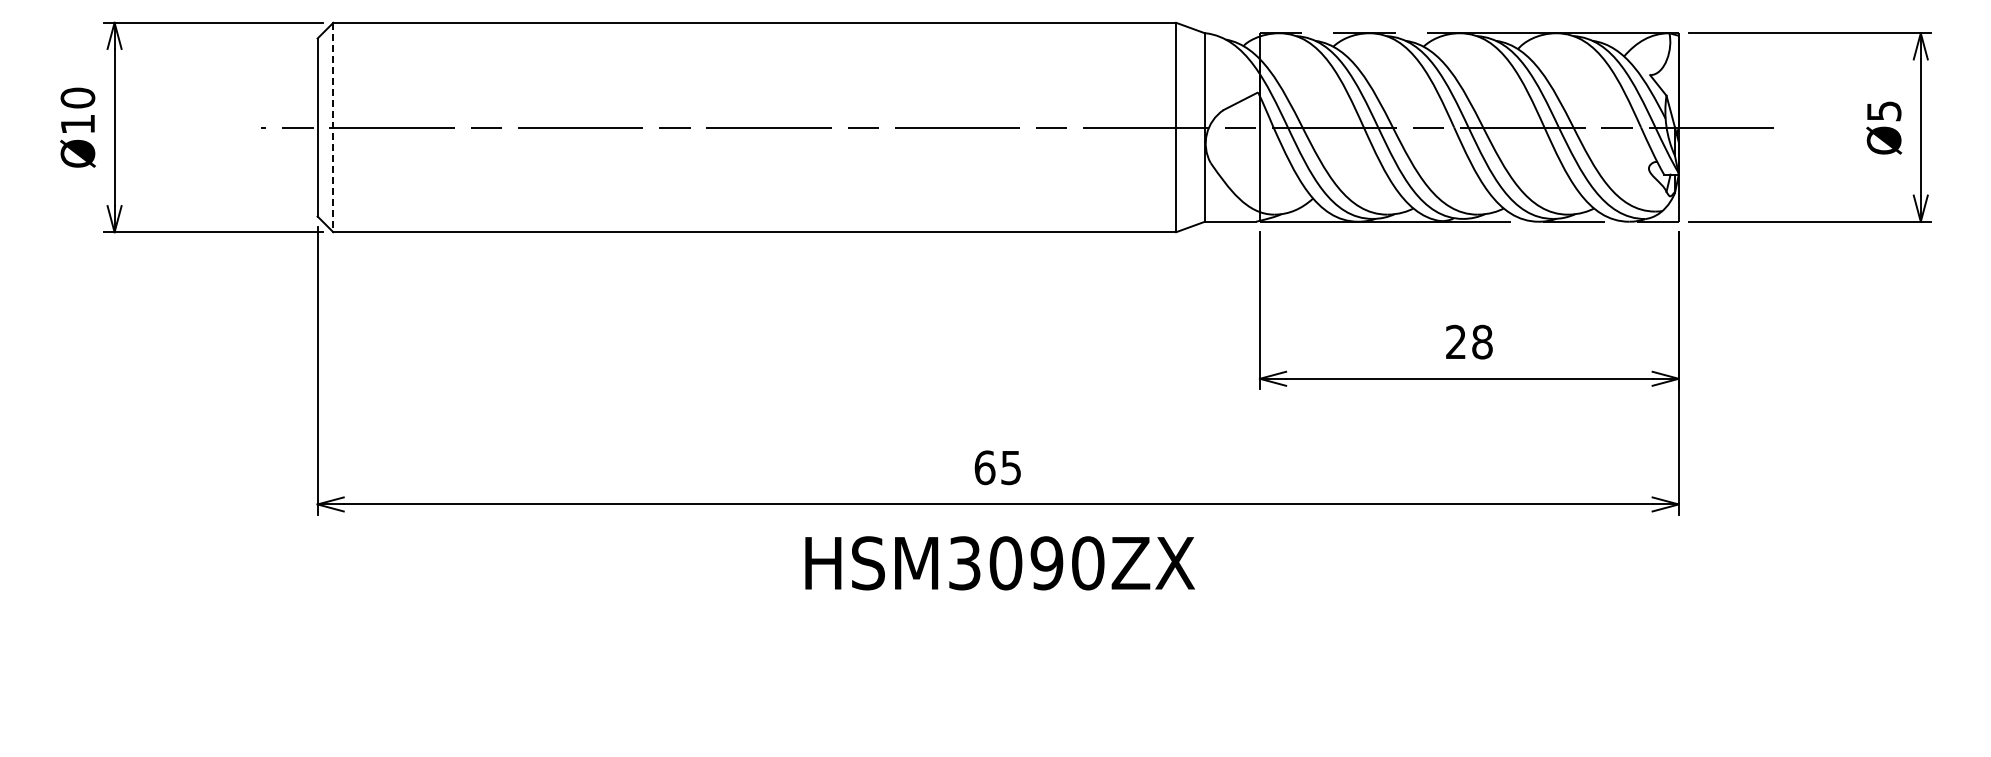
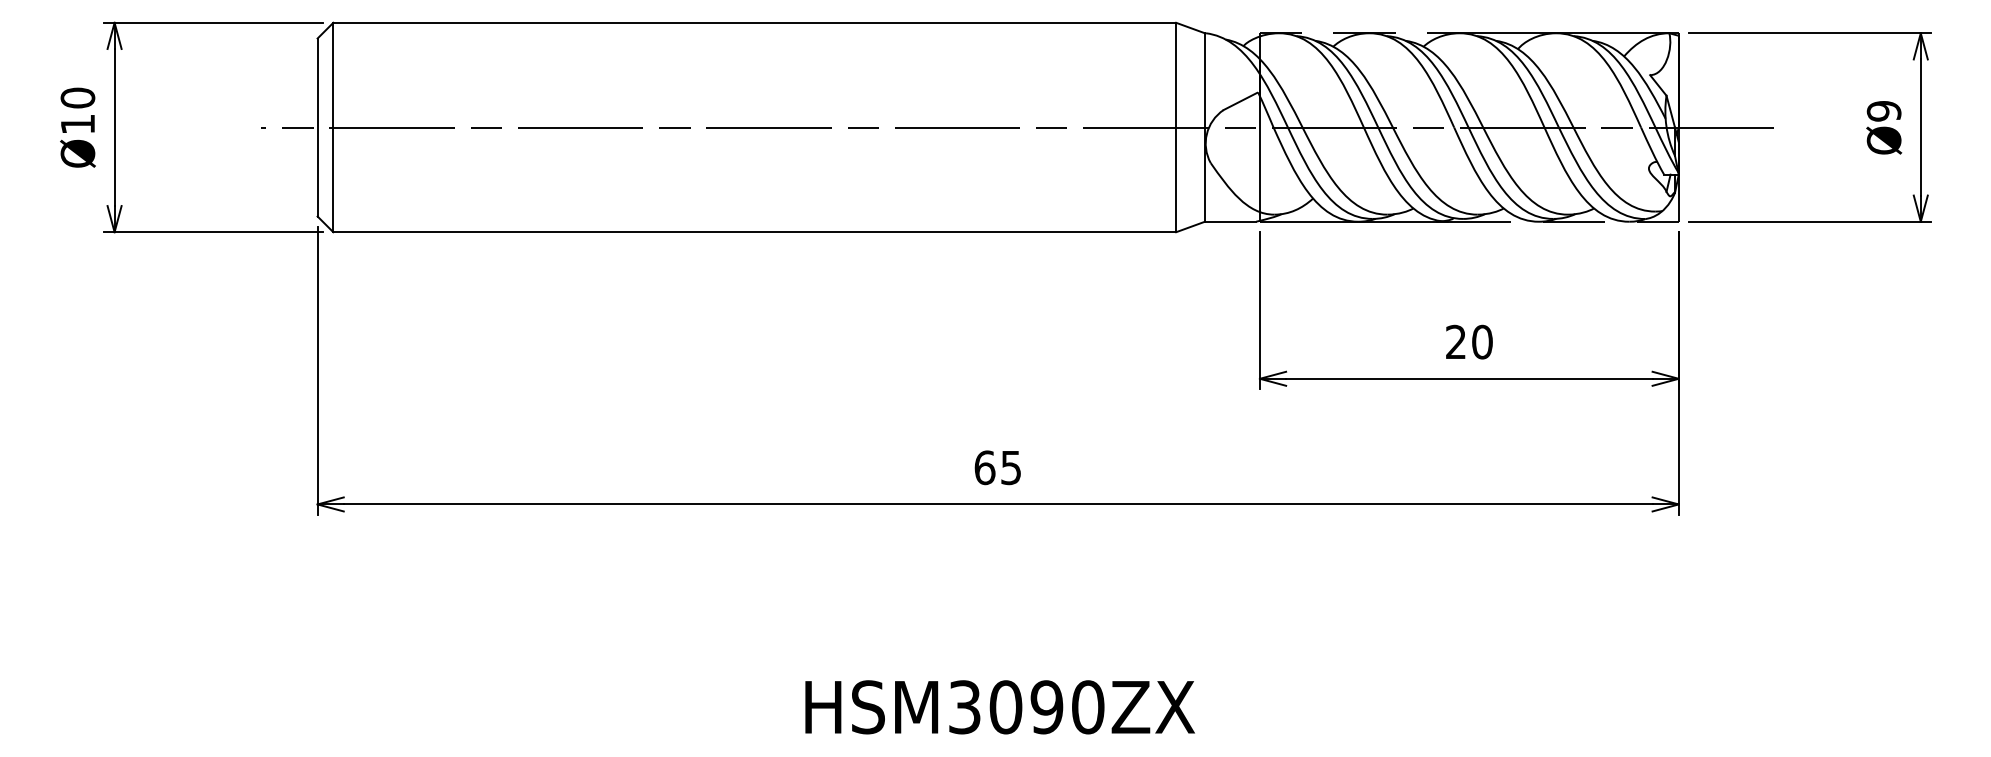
text at (1883, 111): Ø5 -> Ø9
line at (333, 127): dashed -> solid
text at (1482, 342): 28 -> 20
text at (999, 563) position: (999, 563) -> (999, 707)
